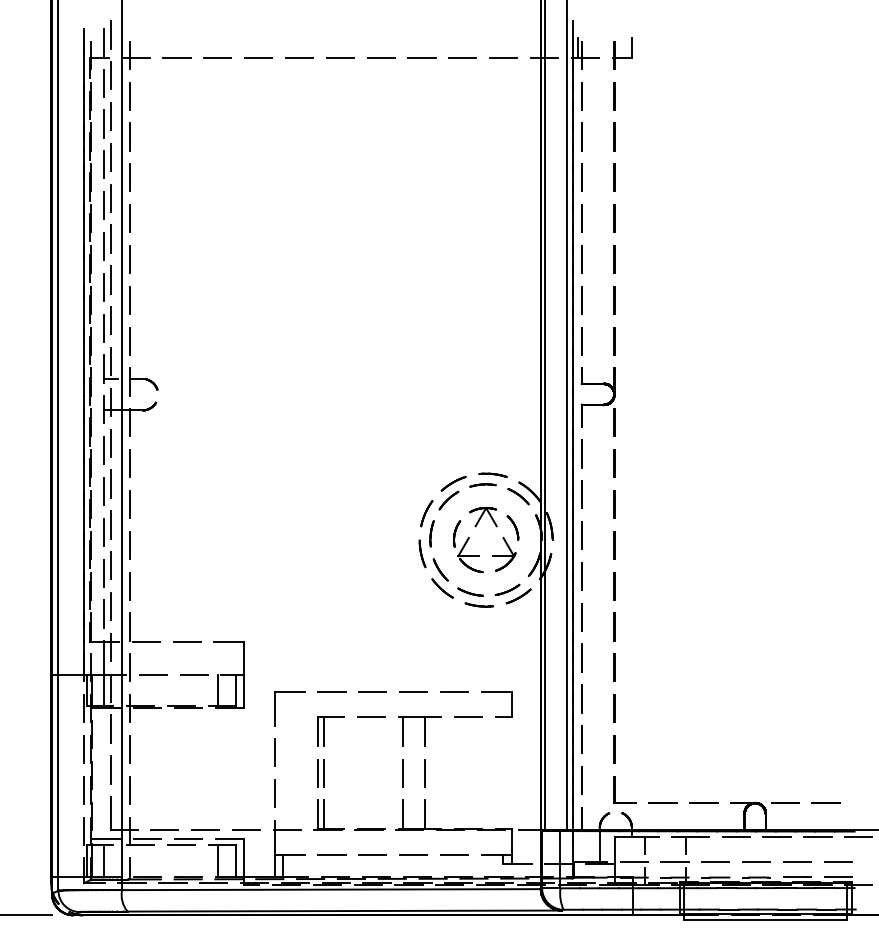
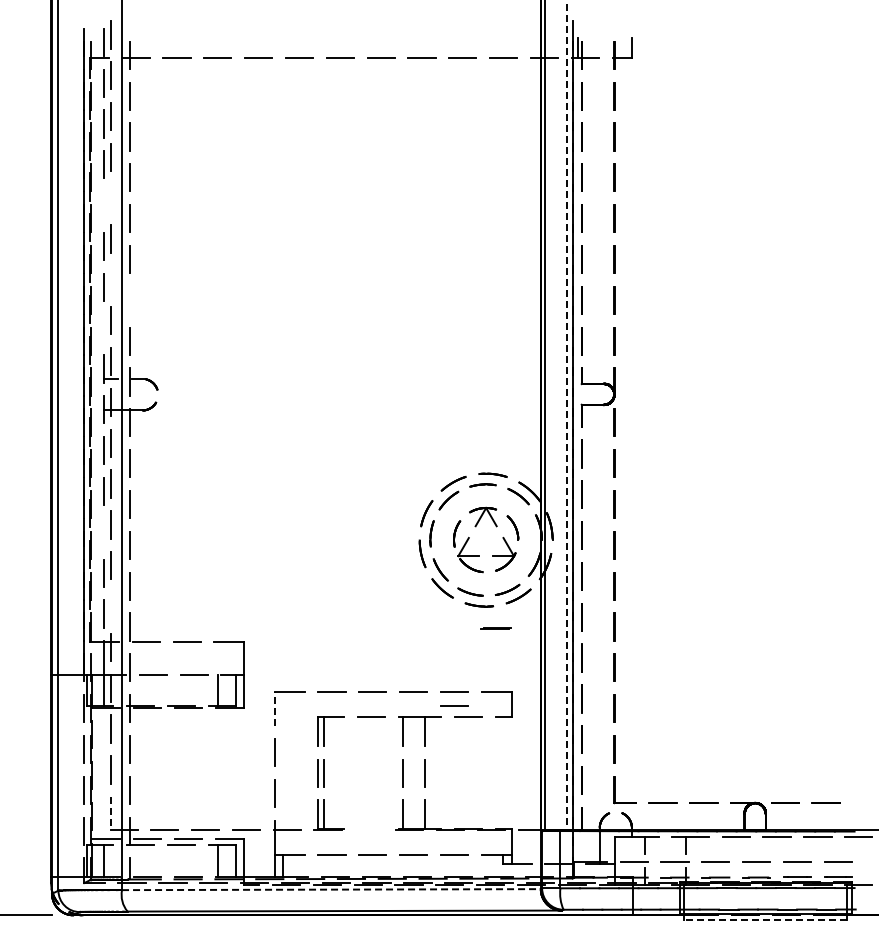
part at (107, 201): present -> none
line at (111, 279): present -> none
line at (130, 299): present -> none
line at (103, 327): present -> none
line at (566, 415): solid -> dashed
line at (103, 531): present -> none
line at (111, 606): present -> none
line at (454, 705): none -> present
line at (274, 708): solid -> dashed
line at (111, 813): solid -> dashed
line at (369, 829) position: (369, 829) -> (495, 628)
line at (331, 889): solid -> dashed
line at (765, 919): solid -> dashed
